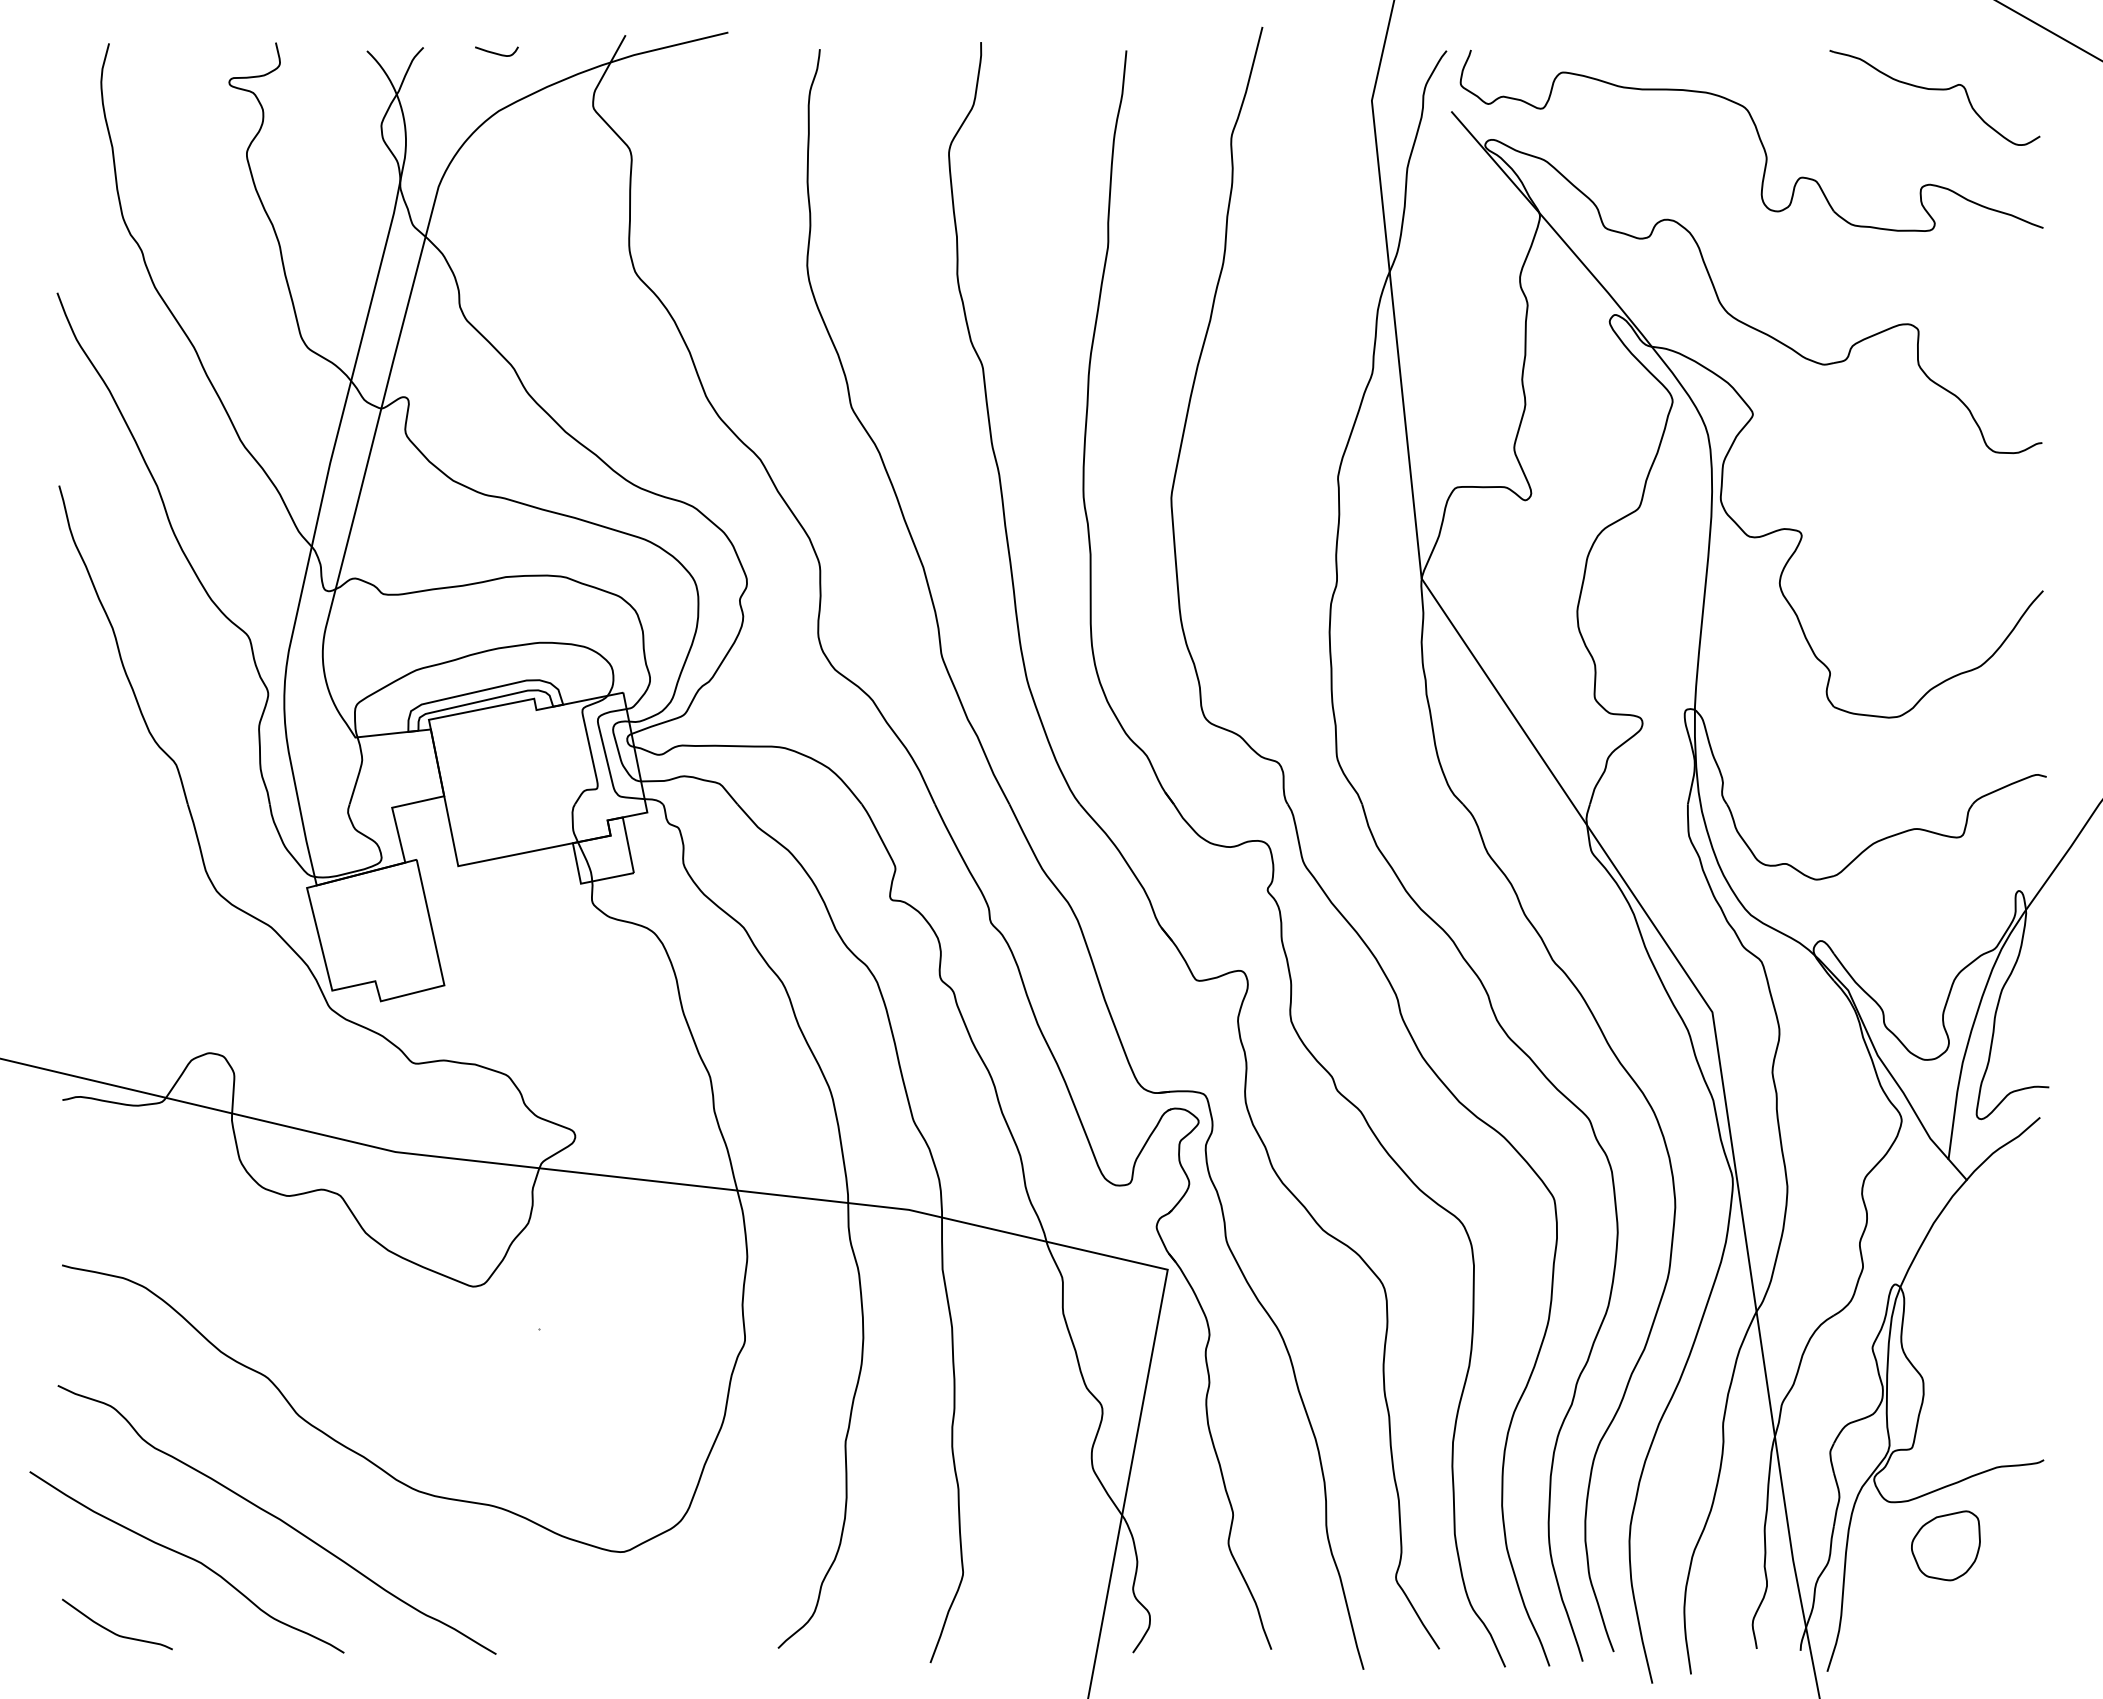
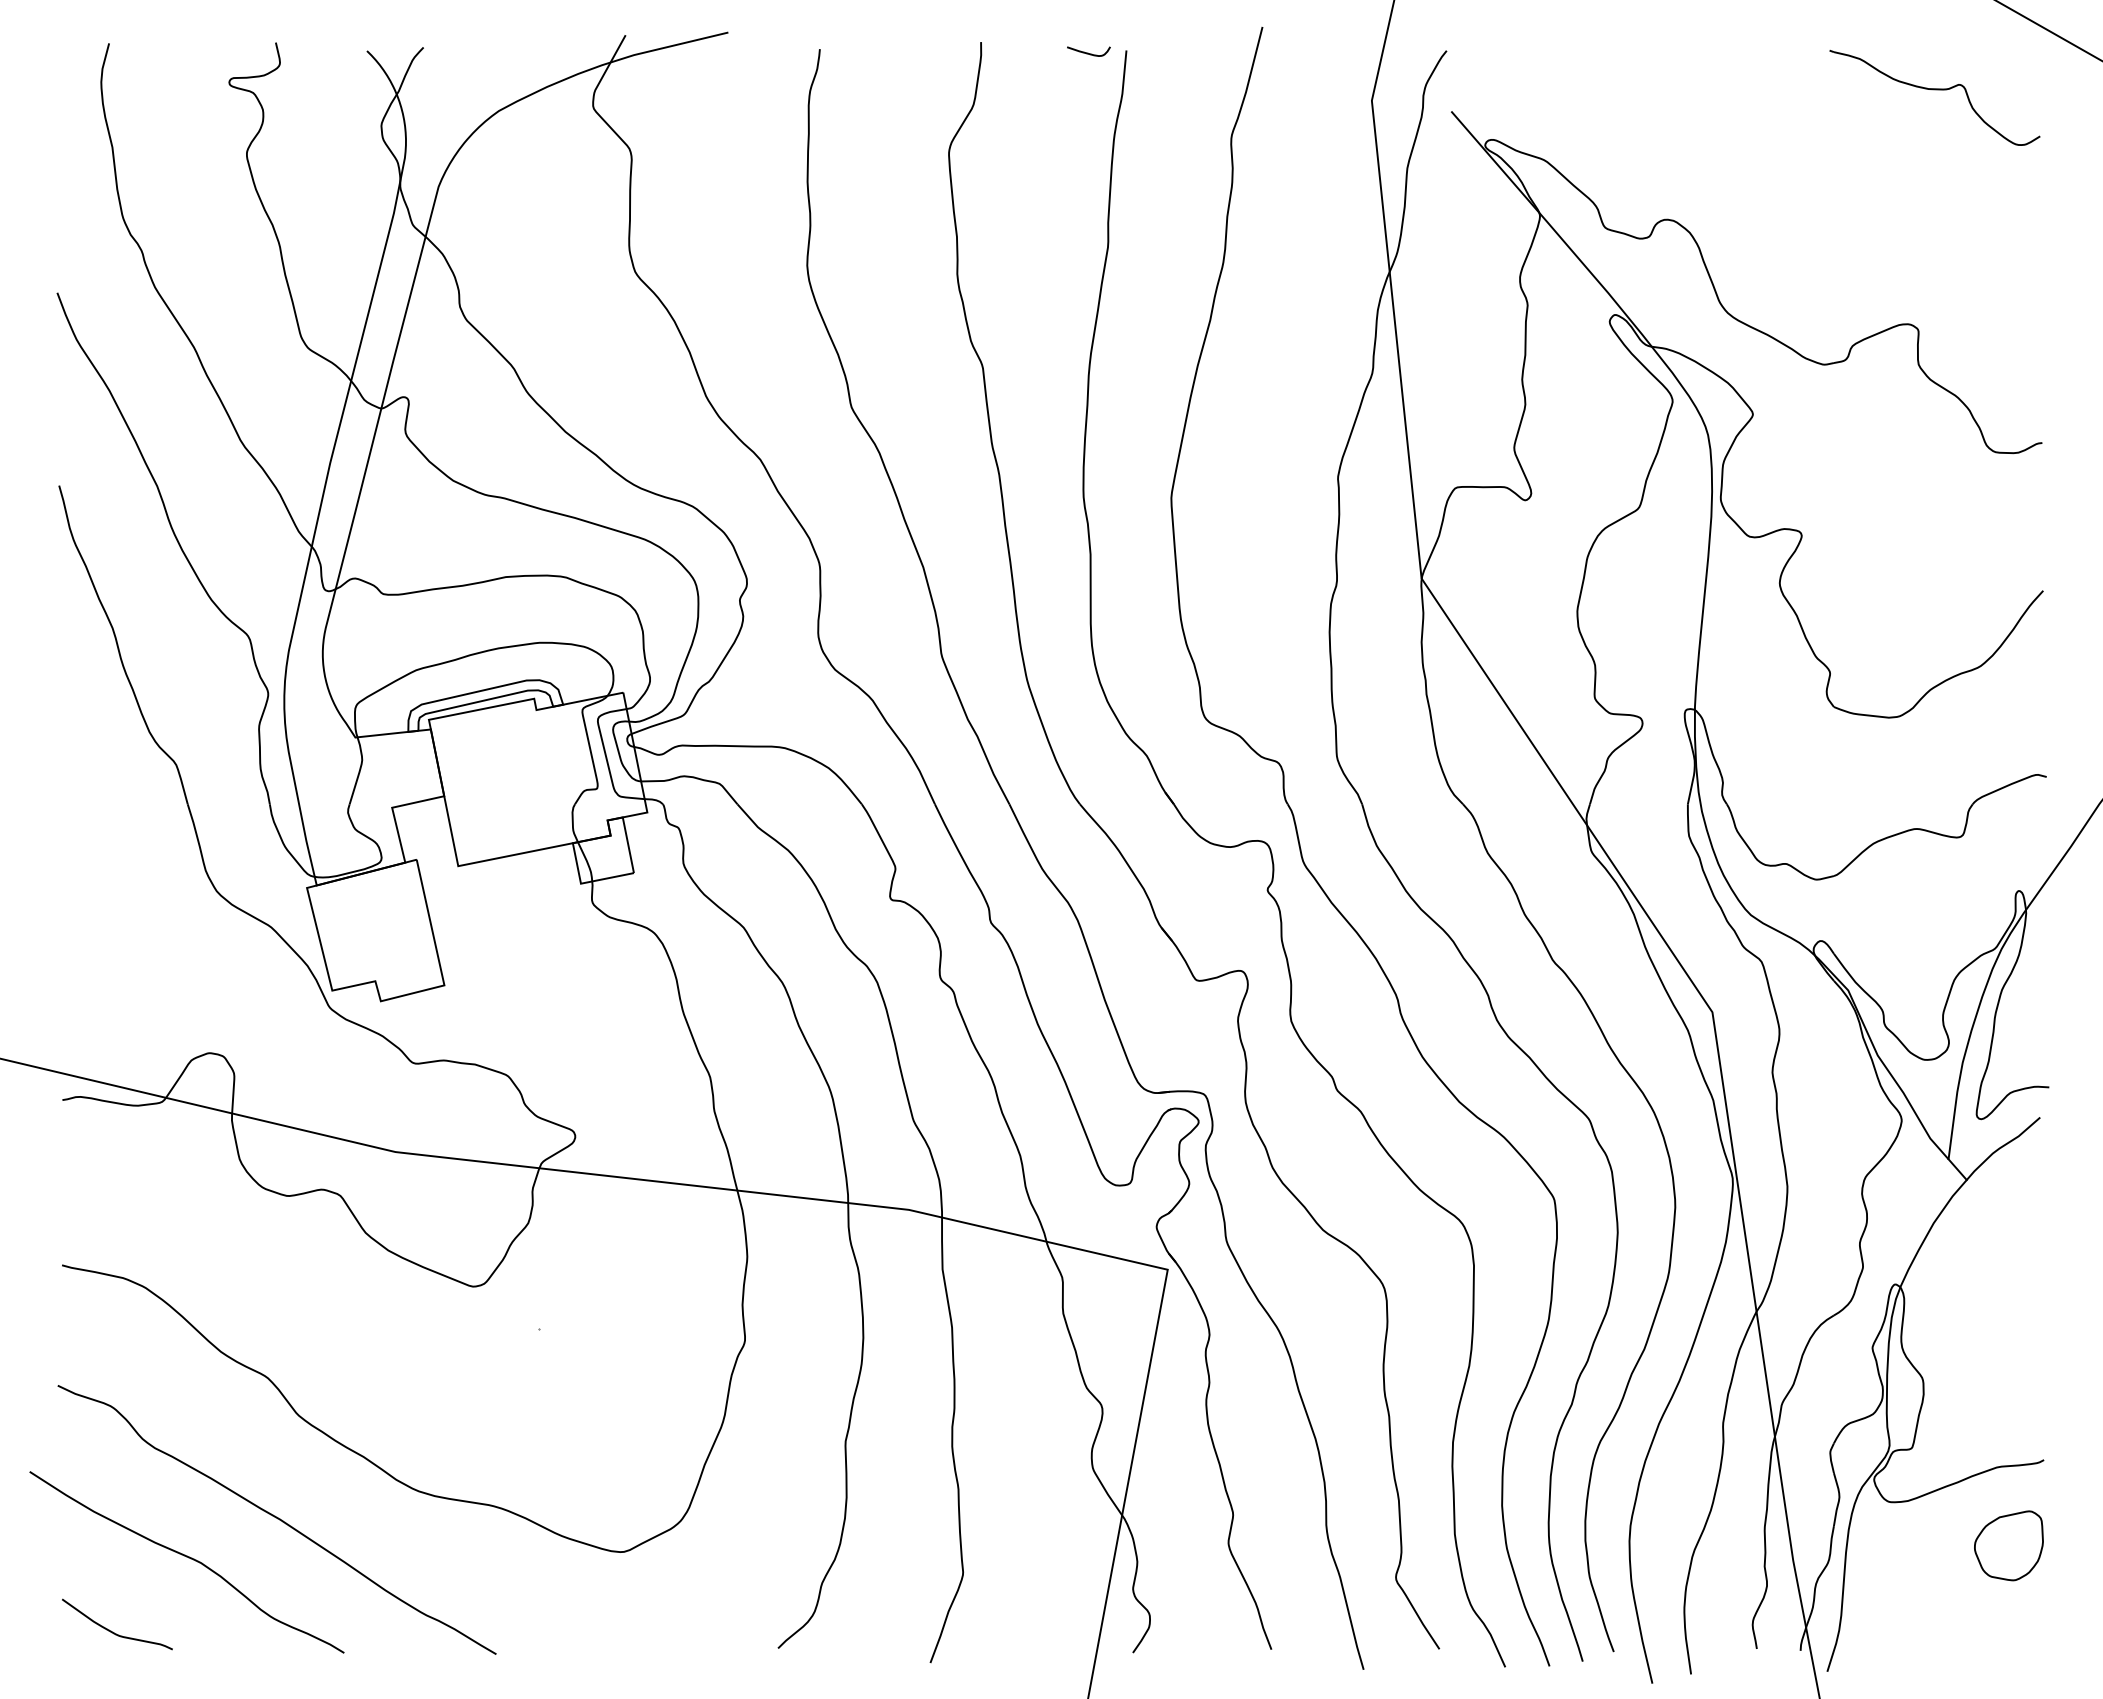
curve at (496, 52) position: (496, 52) -> (1088, 52)
part at (1758, 138): present -> none
part at (1945, 1545) position: (1945, 1545) -> (2008, 1545)
